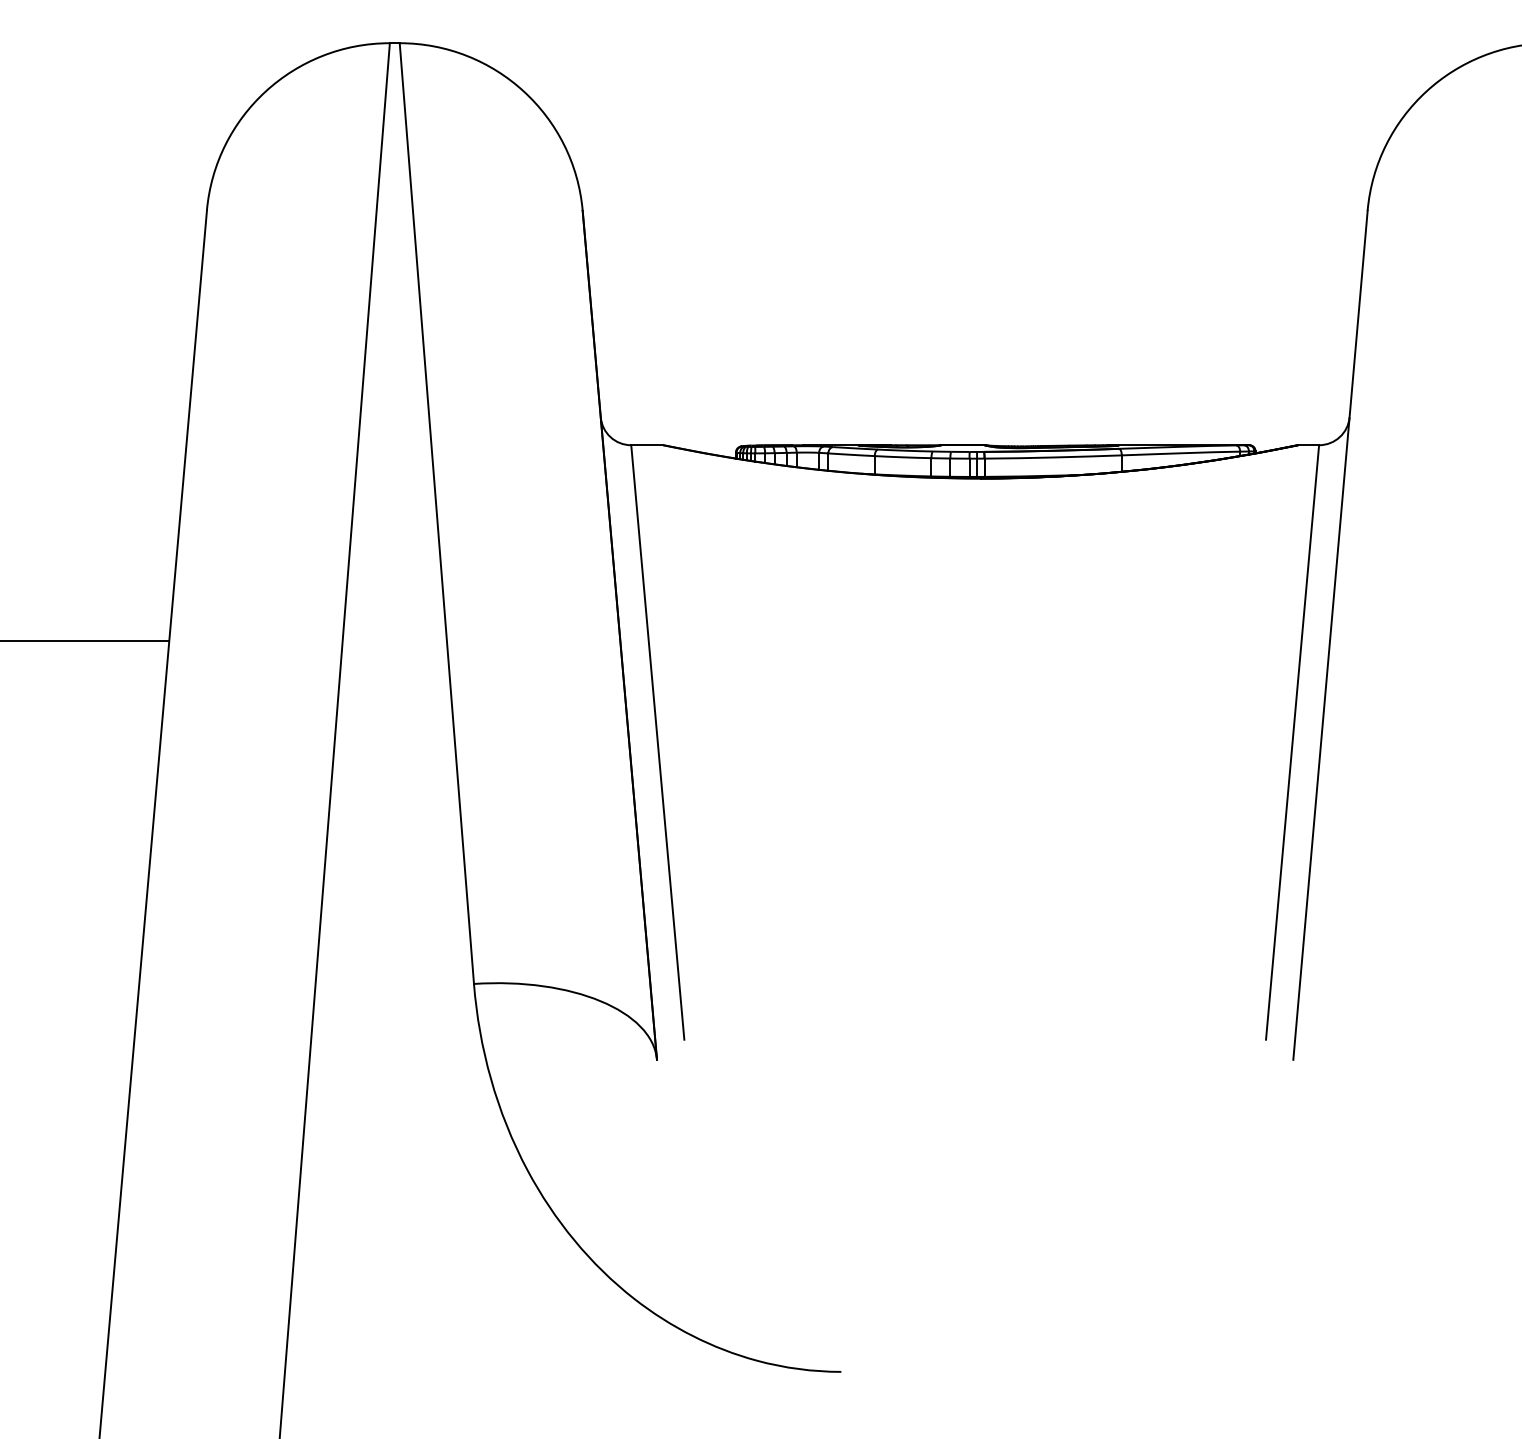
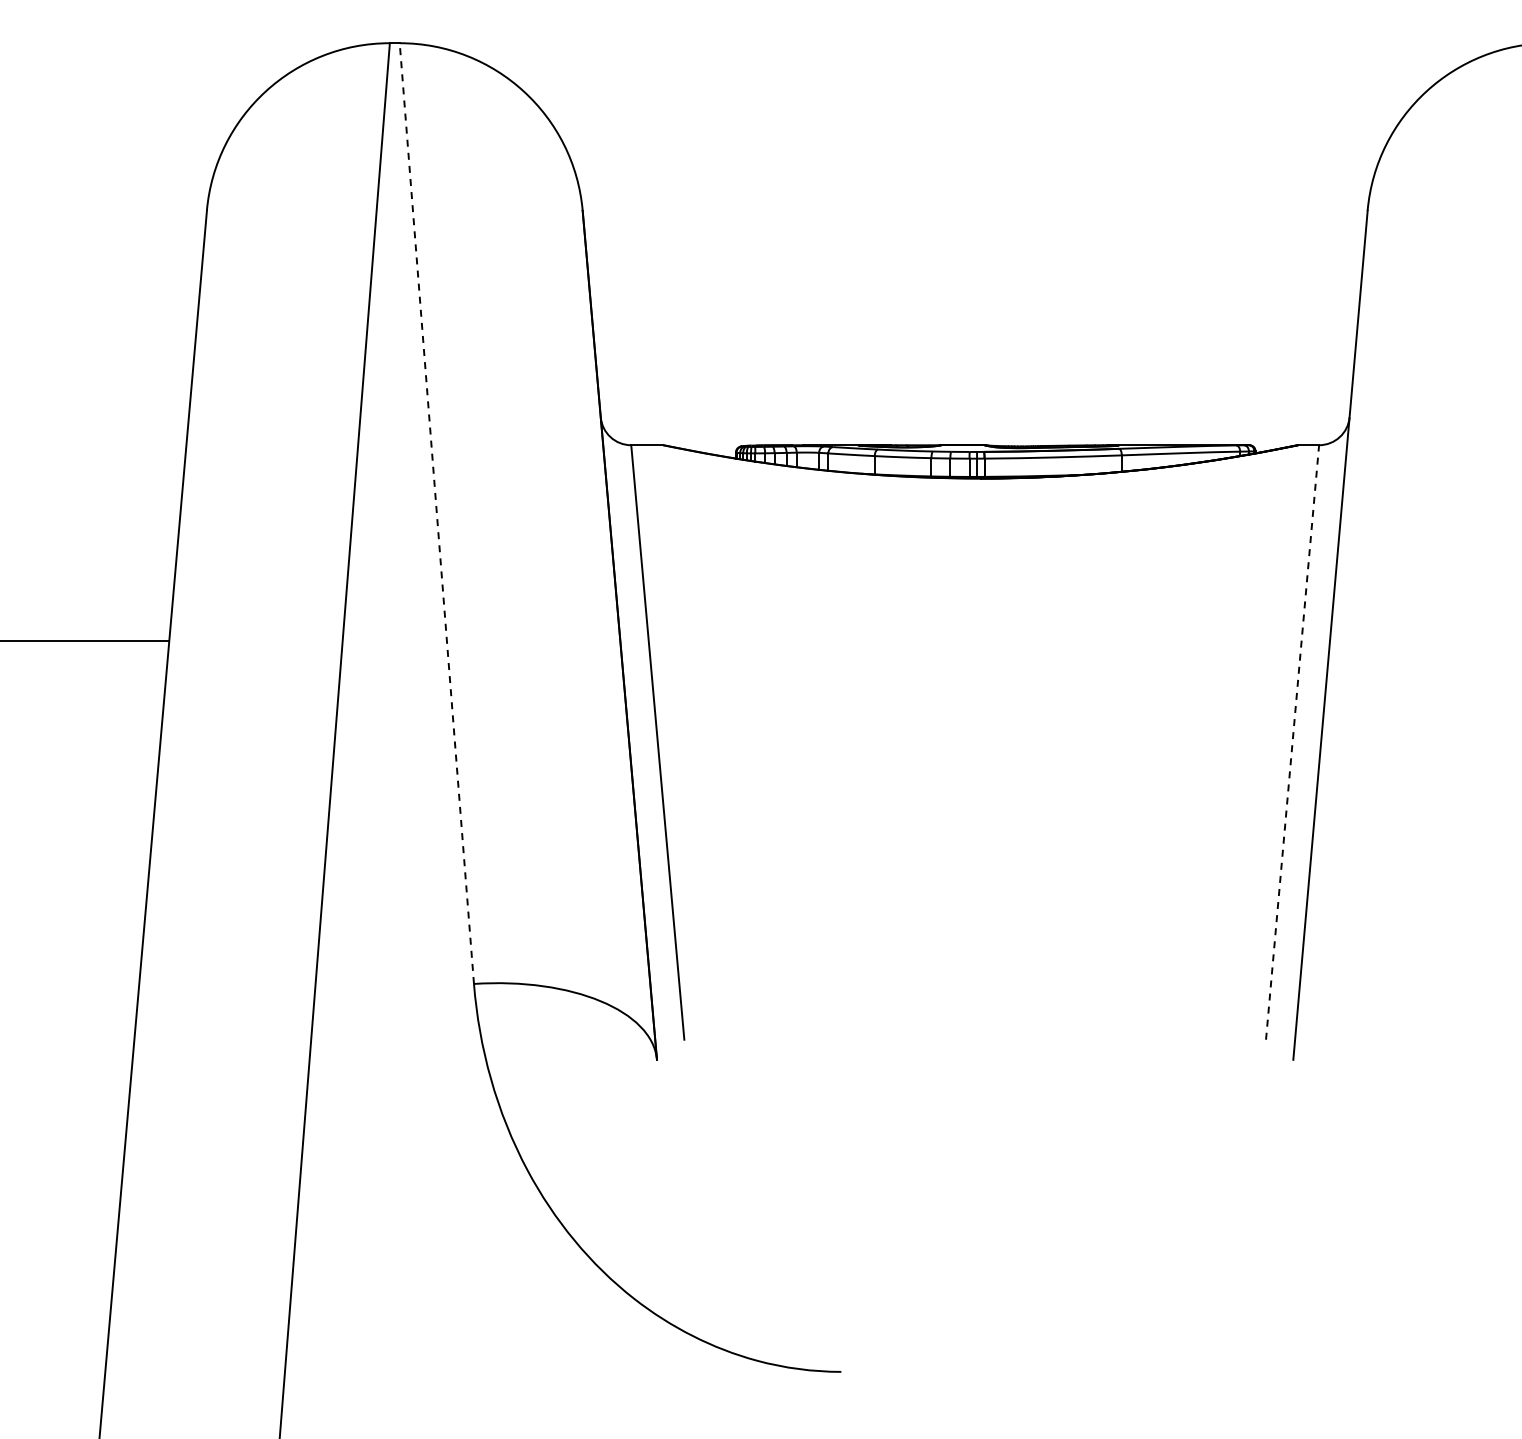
line at (436, 513): solid -> dashed
line at (1292, 741): solid -> dashed
